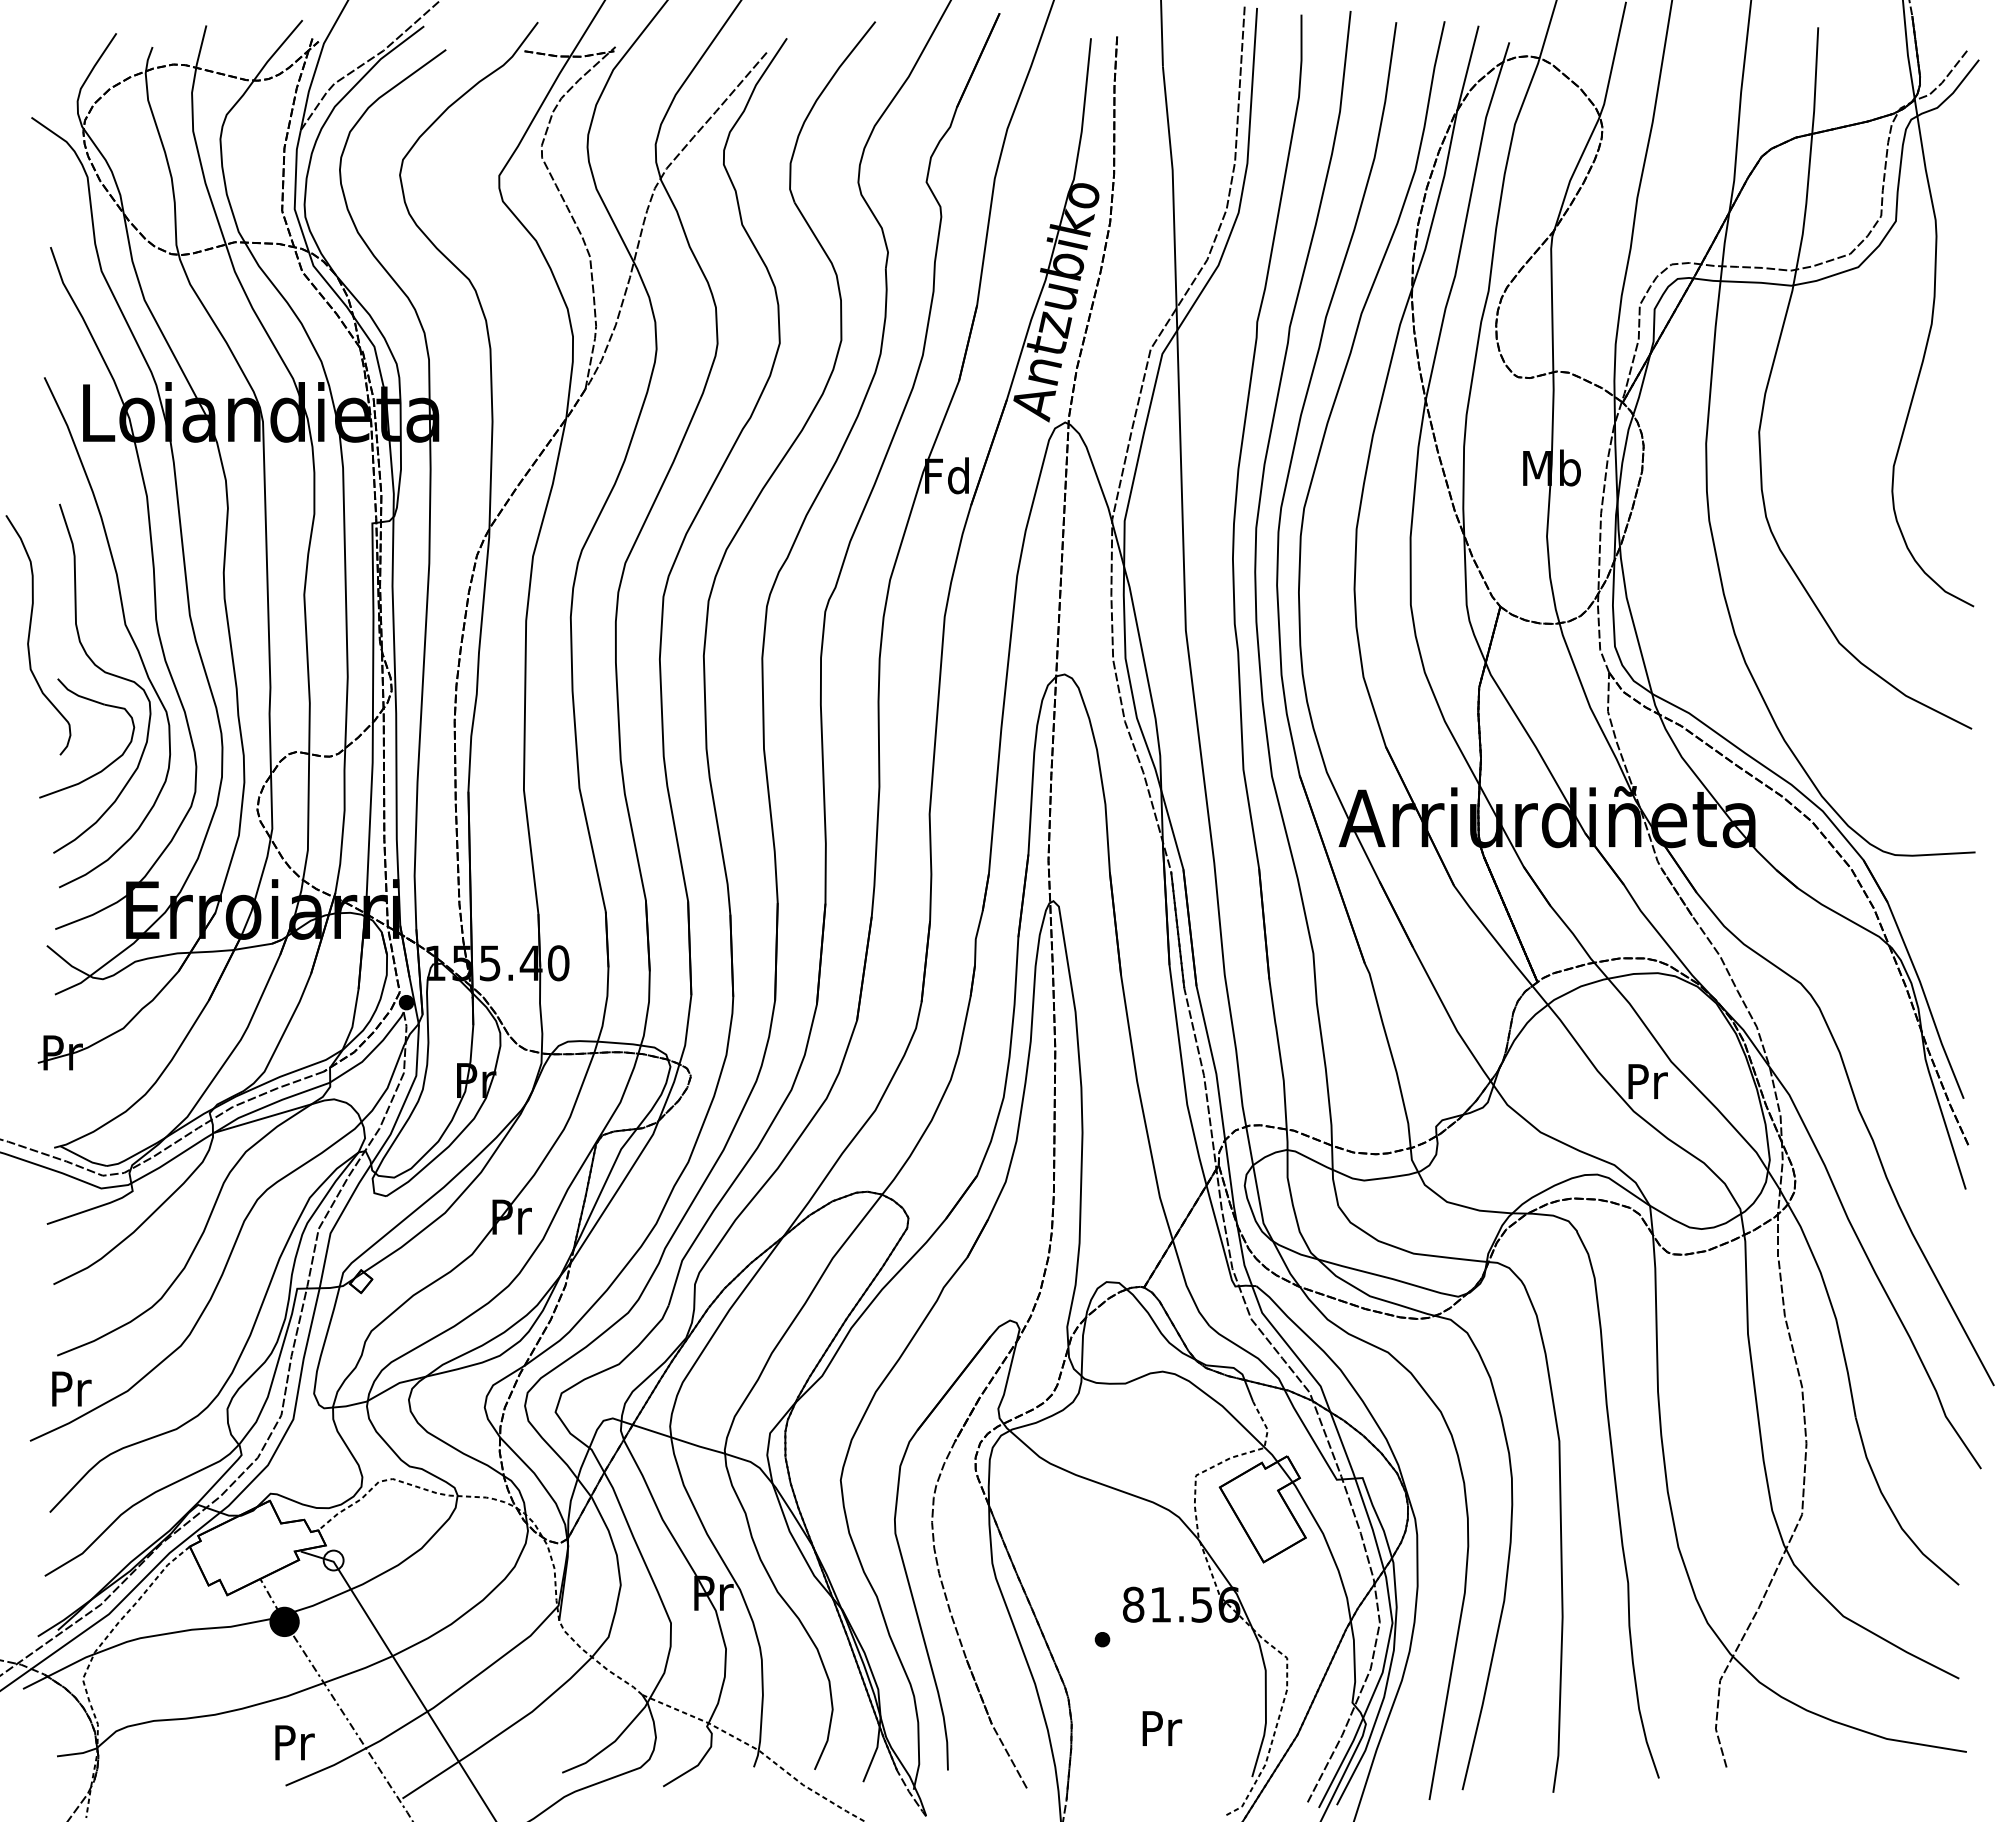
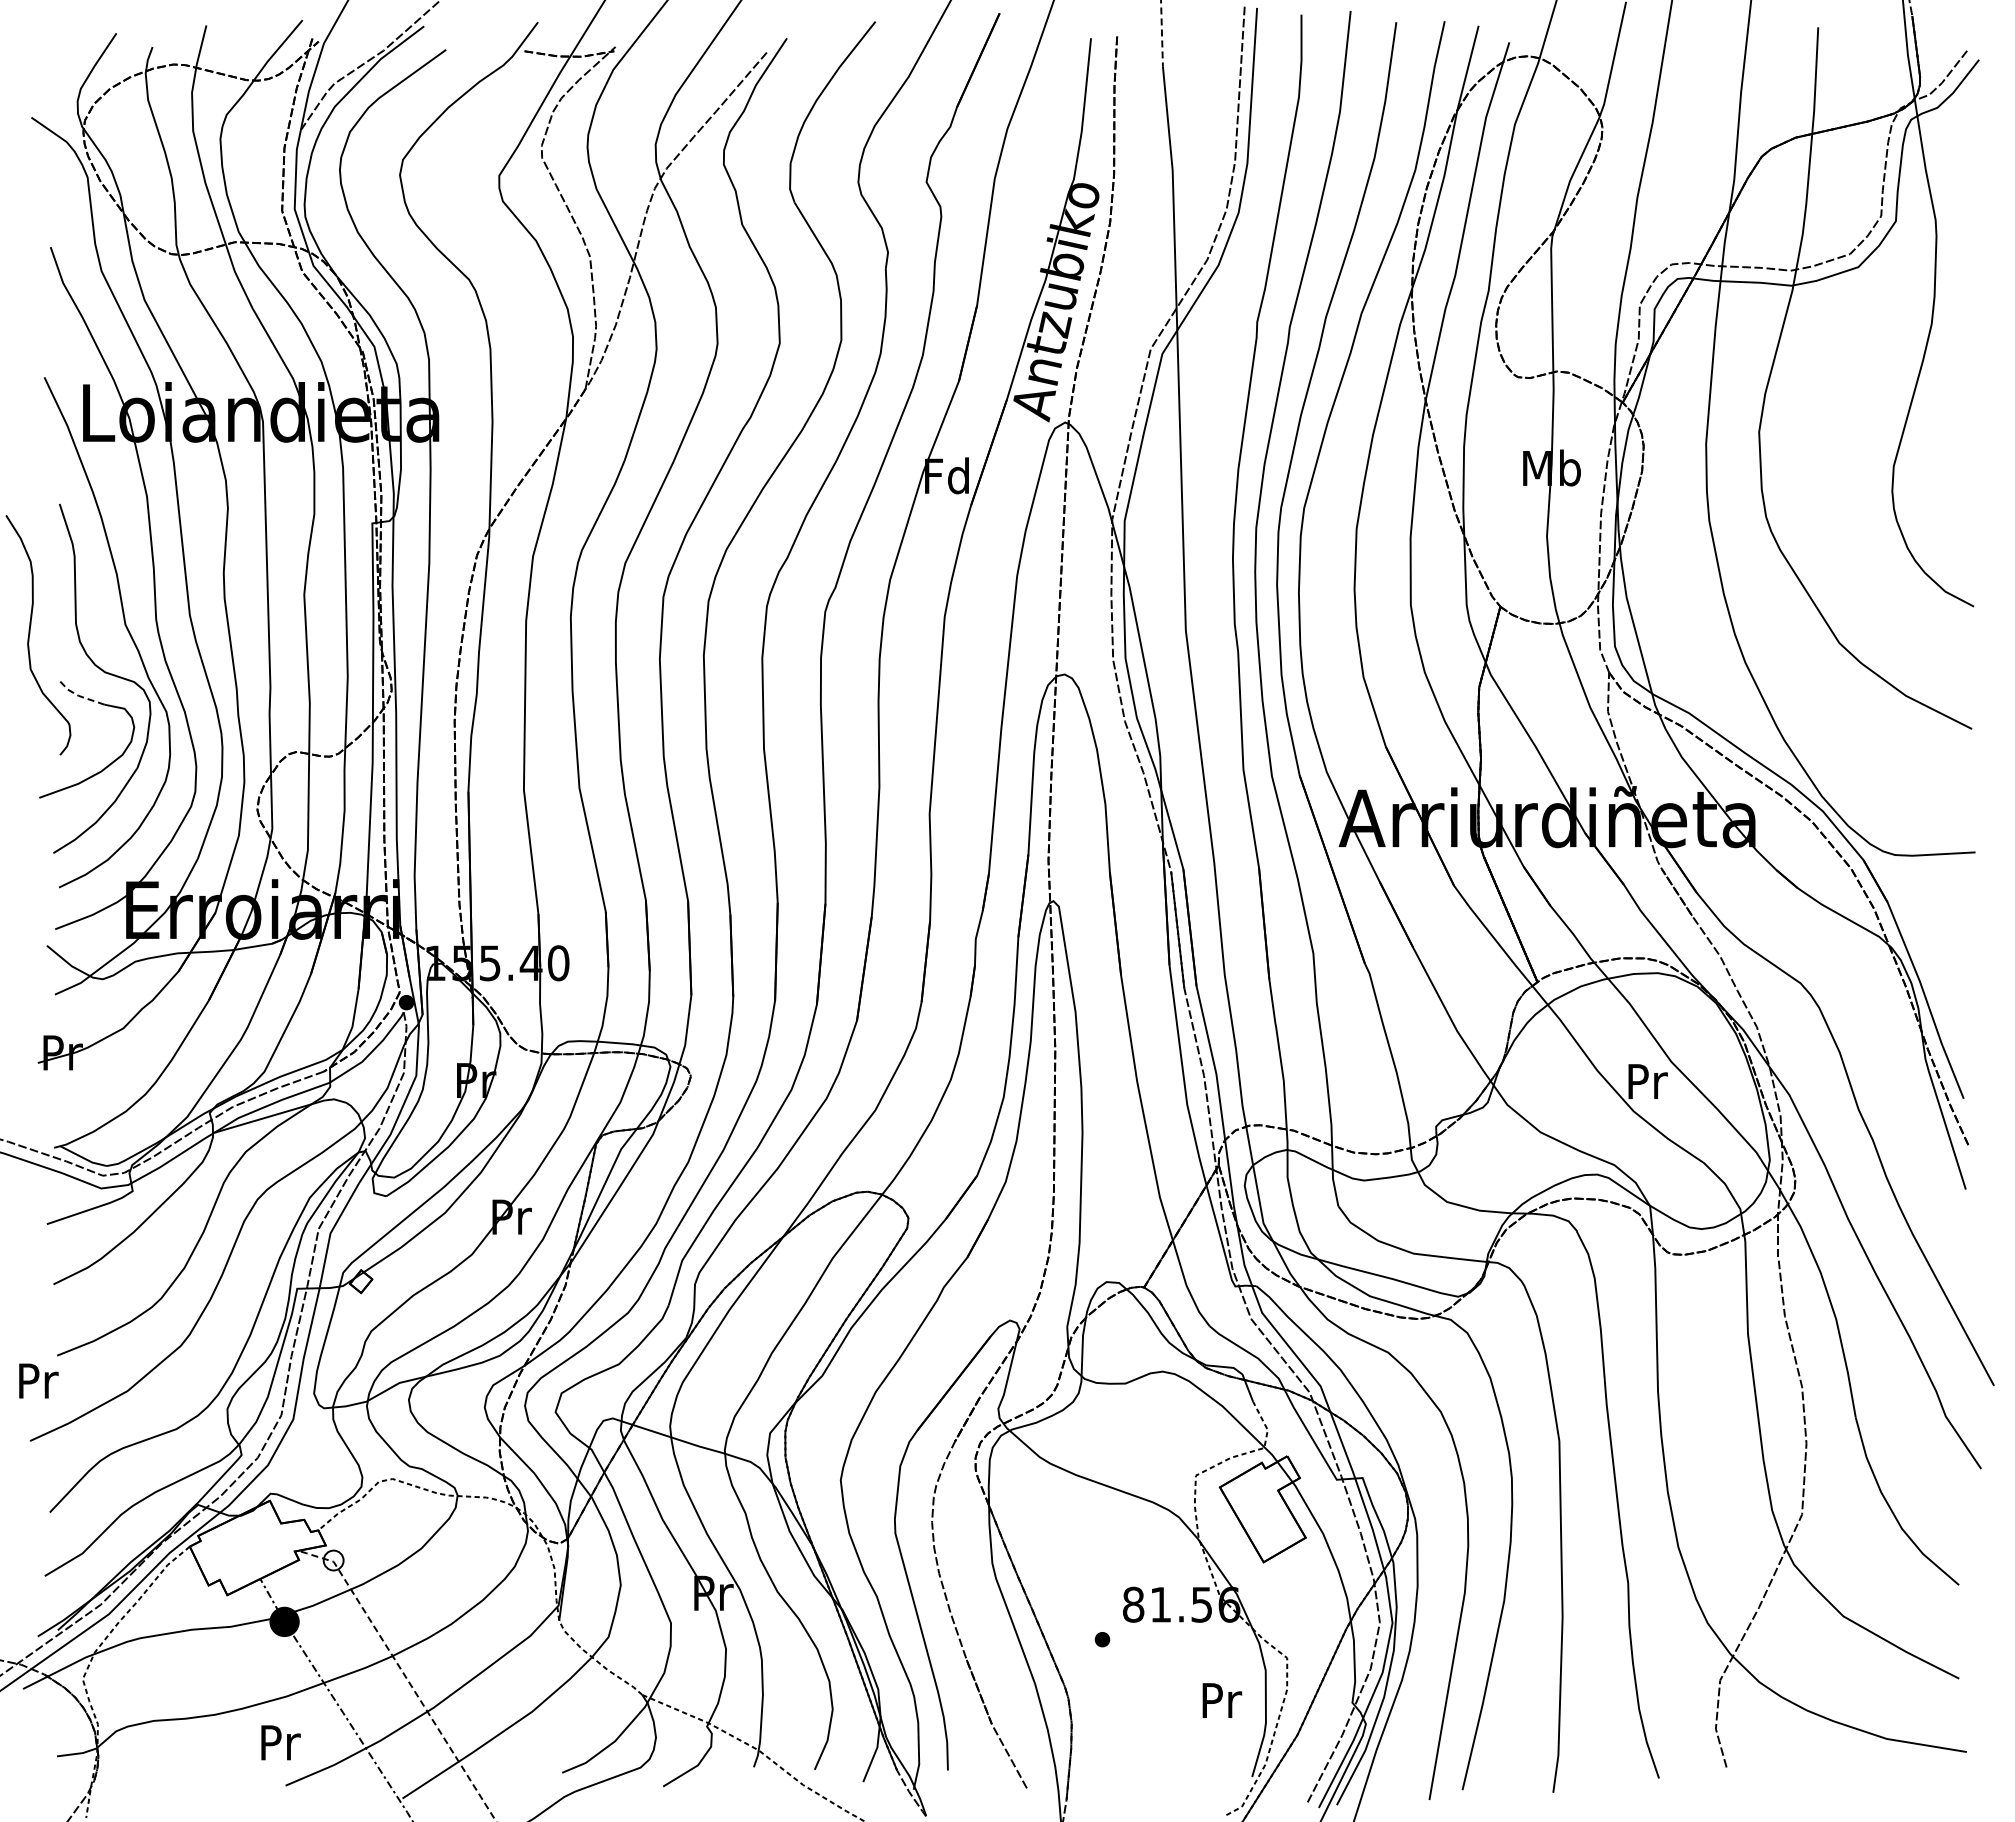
line at (1162, 34): solid -> dashed
line at (78, 695): solid -> dashed
text at (71, 1388) position: (71, 1388) -> (38, 1380)
line at (405, 1676): solid -> dashed
text at (1162, 1728) position: (1162, 1728) -> (1222, 1700)
text at (294, 1742) position: (294, 1742) -> (280, 1742)
